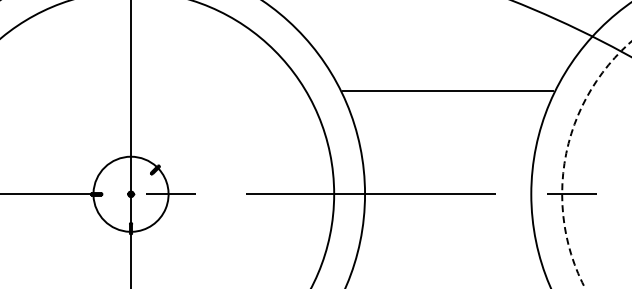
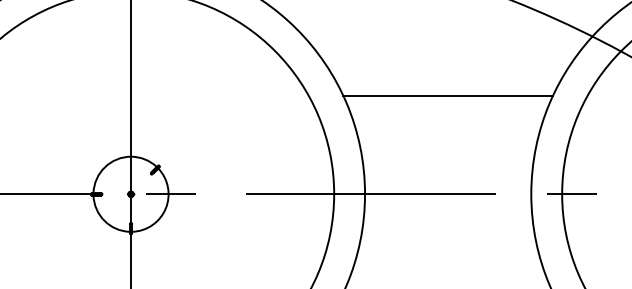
line at (448, 90) position: (448, 90) -> (448, 95)
arc at (565, 157): dashed -> solid
